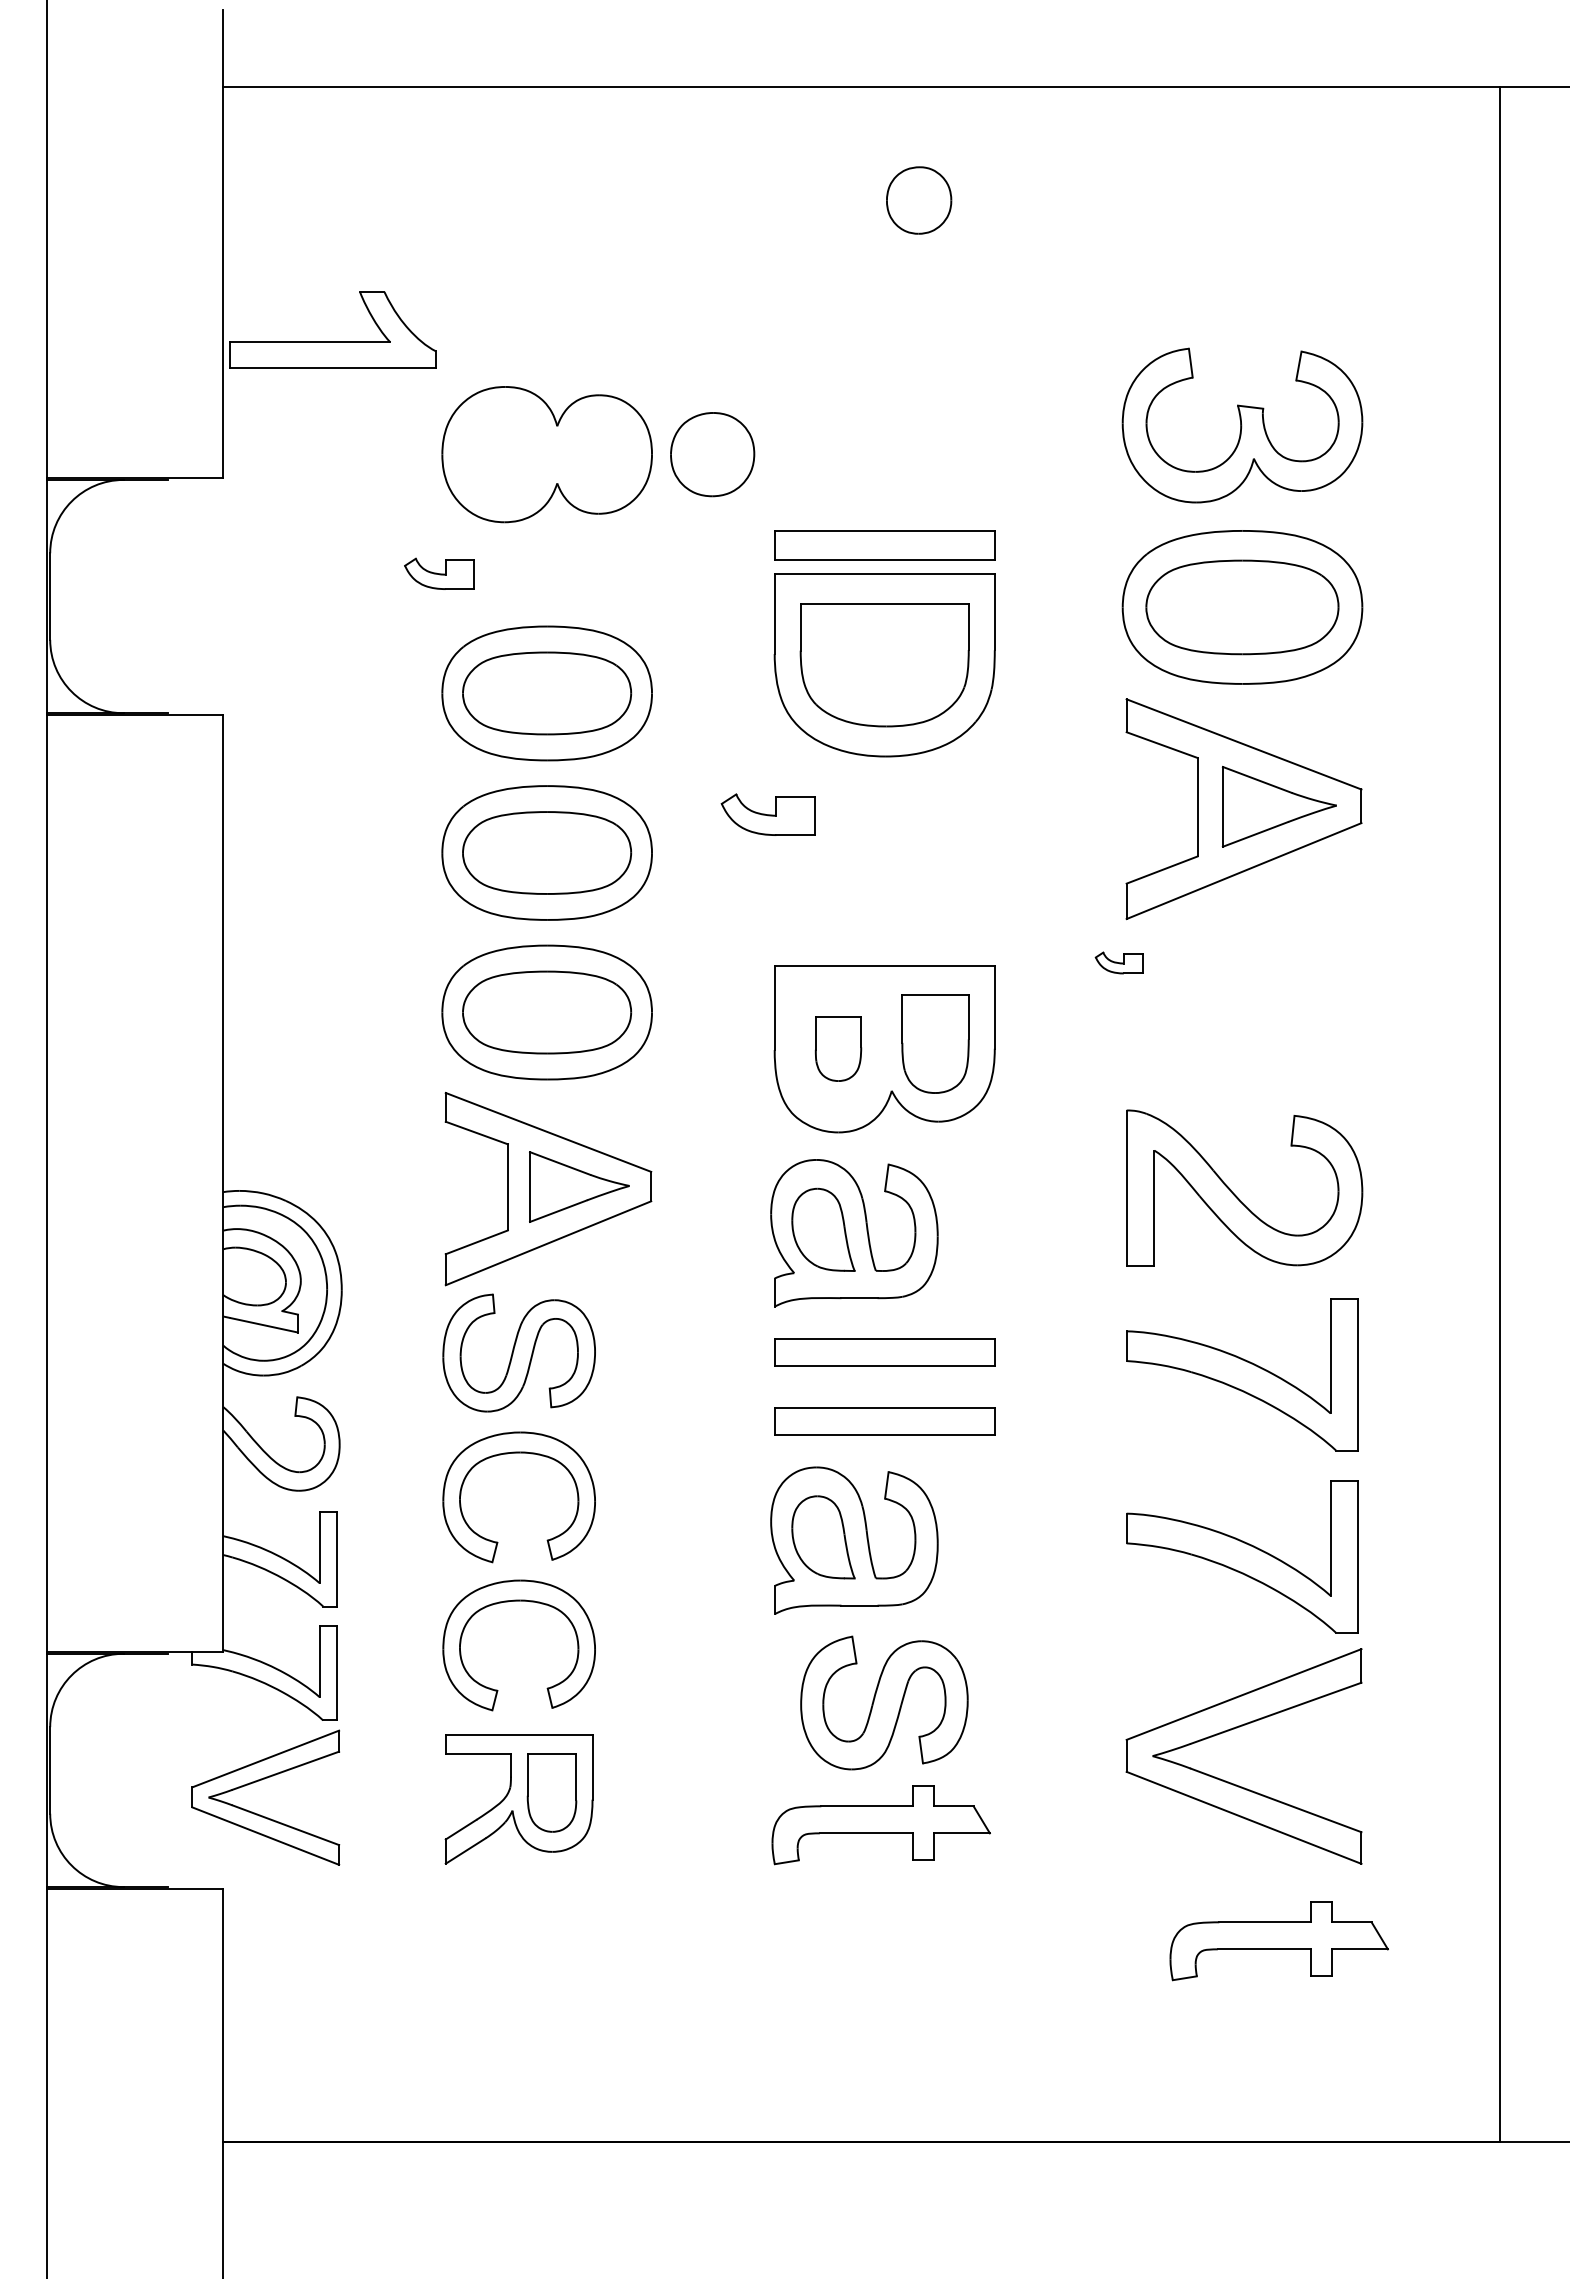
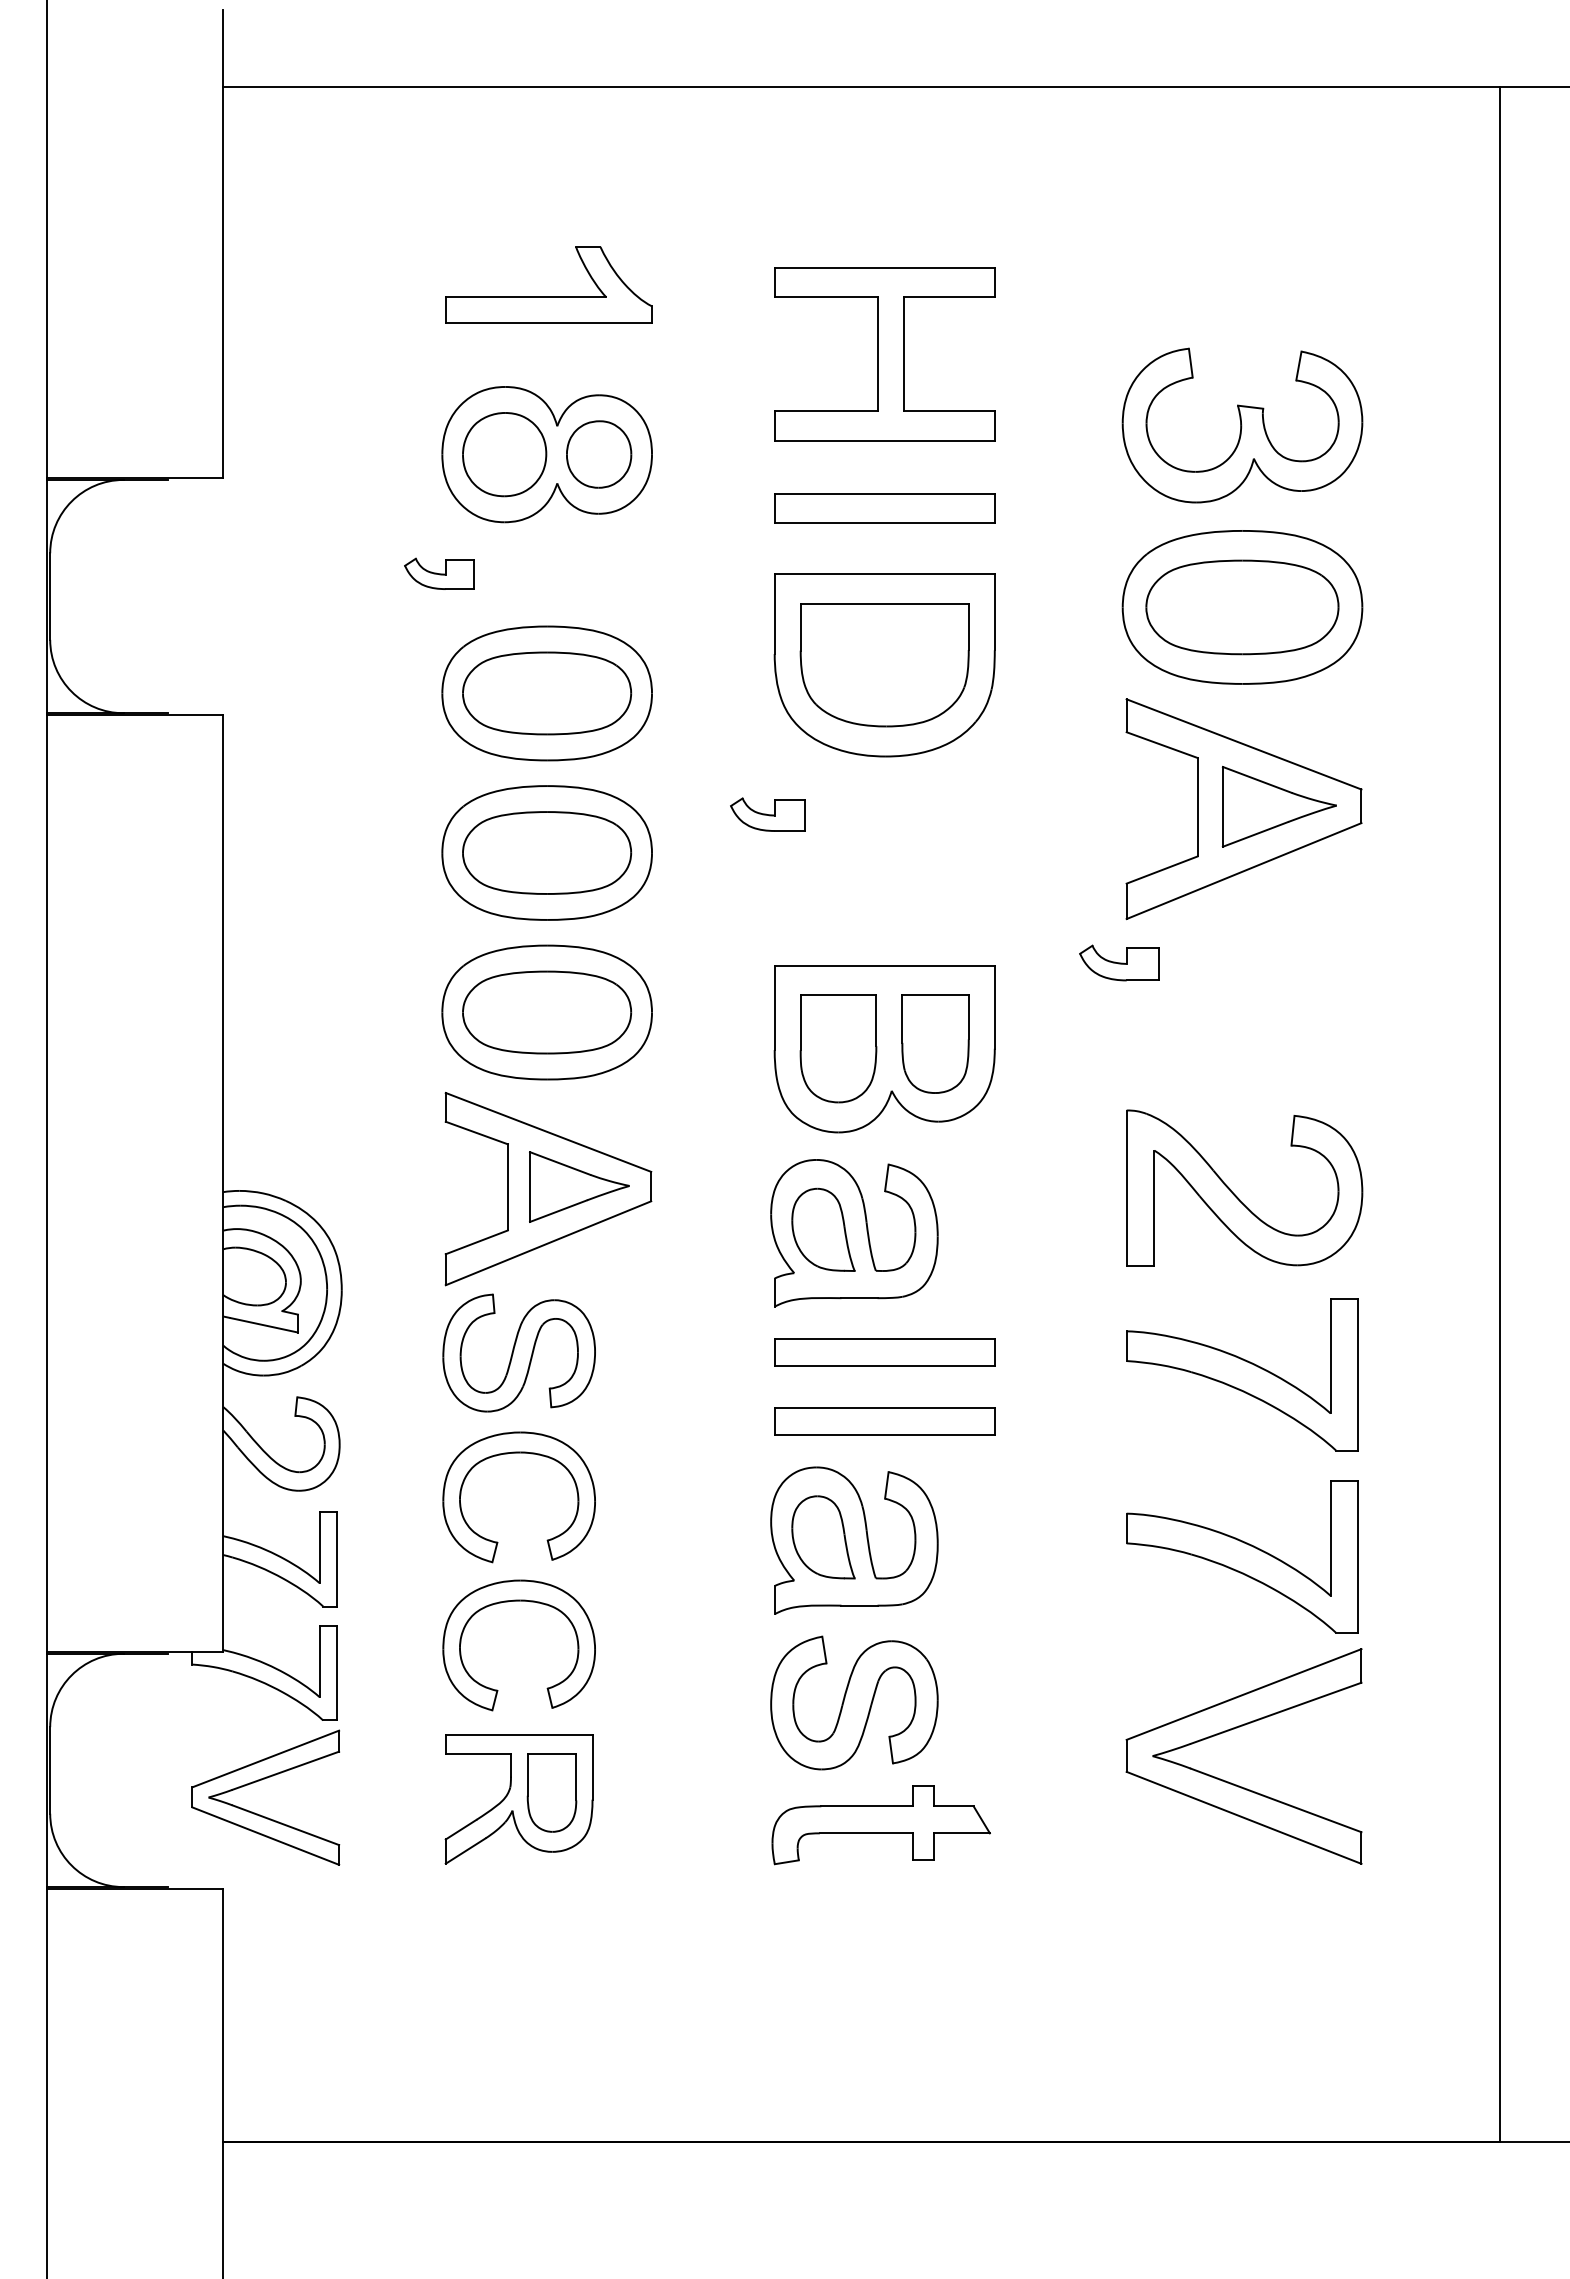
part at (919, 200) position: (919, 200) -> (599, 454)
part at (332, 341) position: (332, 341) -> (548, 296)
part at (884, 354): none -> present
part at (712, 454) position: (712, 454) -> (504, 454)
part at (884, 545) position: (884, 545) -> (884, 508)
part at (767, 814) size: 96x43 px -> 76x35 px
part at (1118, 962) size: 50x24 px -> 81x38 px
part at (838, 1048) size: 49x66 px -> 79x110 px
part at (884, 1702) position: (884, 1702) -> (854, 1702)
part at (1278, 1941): present -> none
